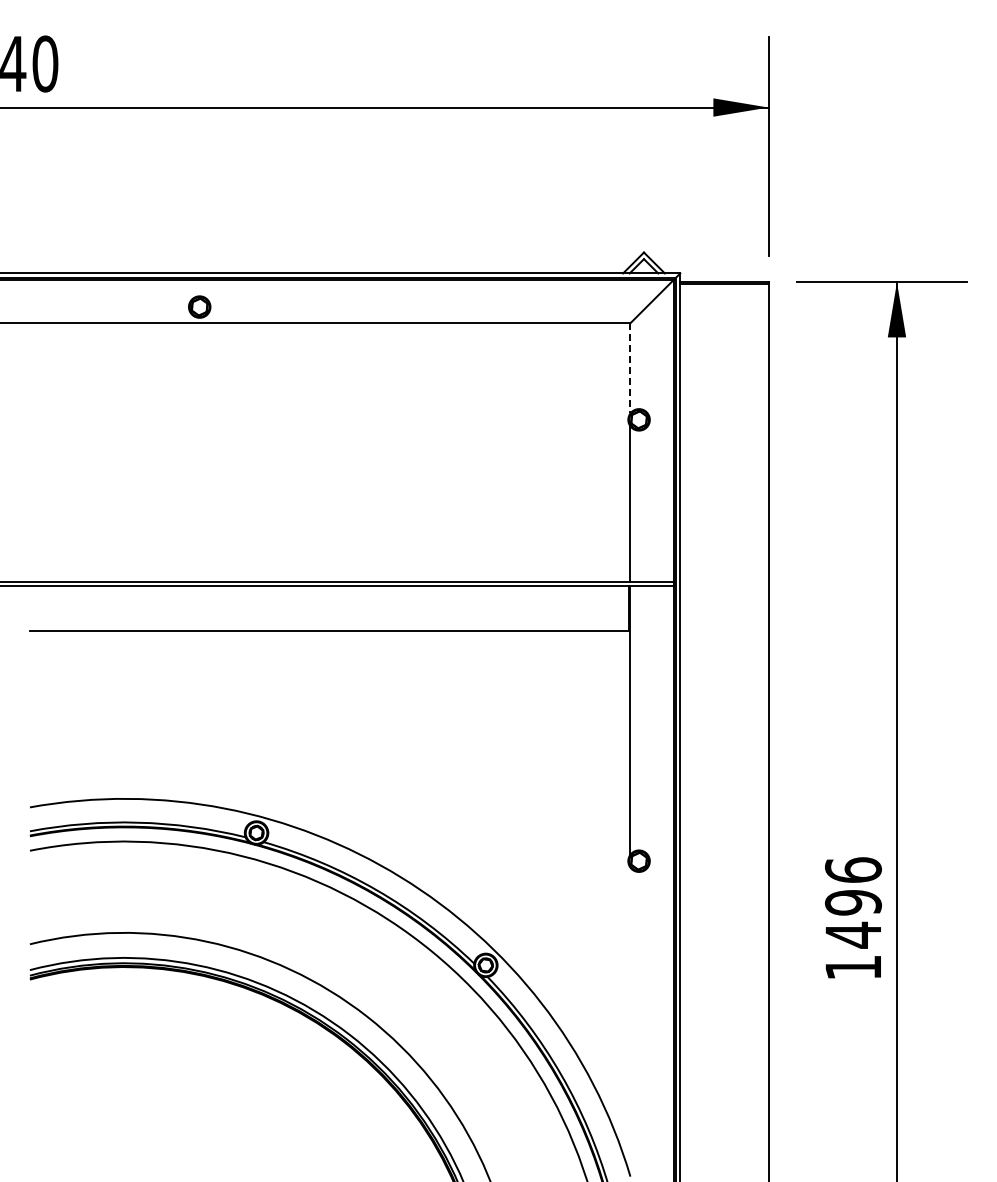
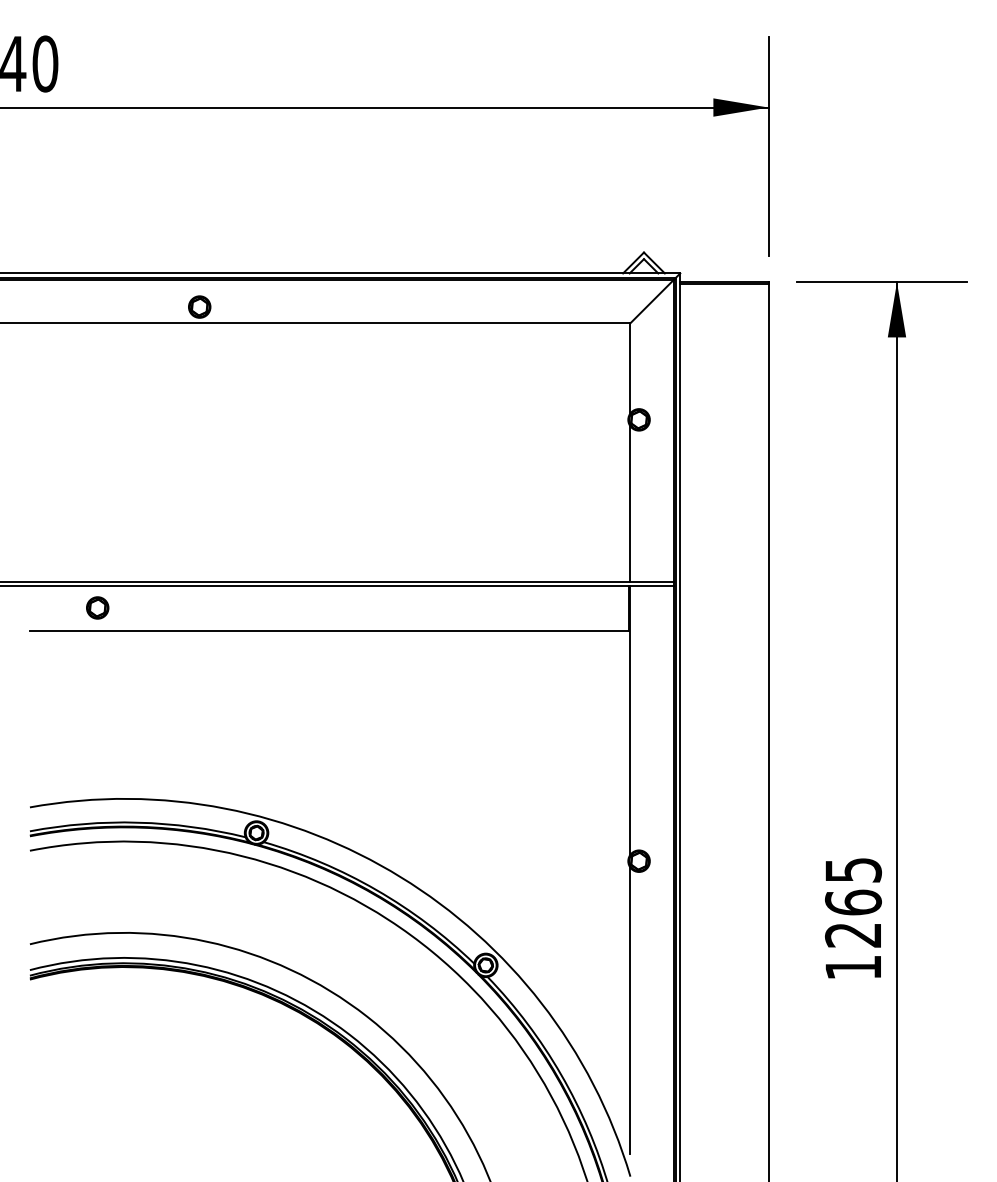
line at (630, 368): dashed -> solid
part at (97, 607): none -> present
text at (853, 902): 1496 -> 1265
line at (630, 1010): none -> present
